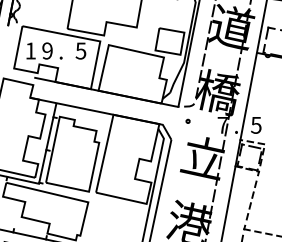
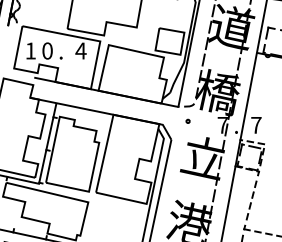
text at (47, 50): 9 -> 0
text at (80, 50): 5 -> 4
text at (256, 125): 5 -> 7
